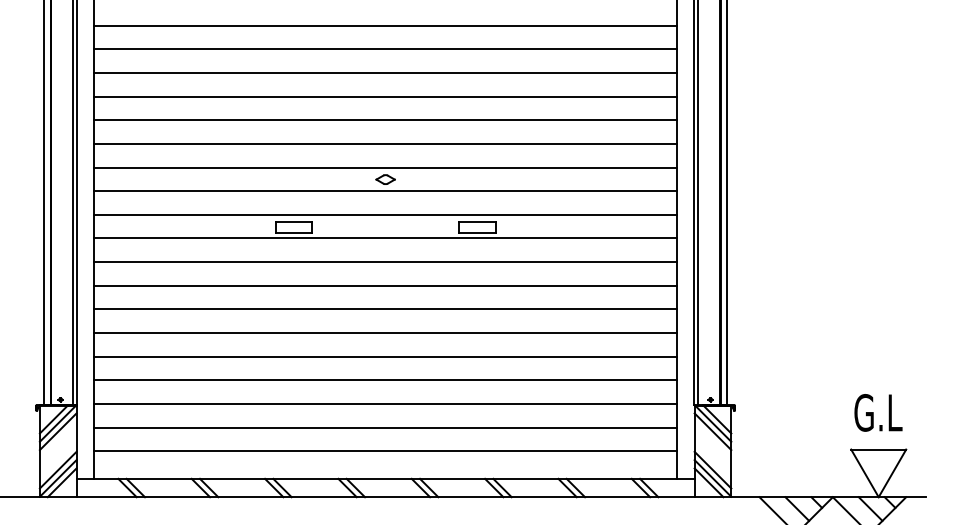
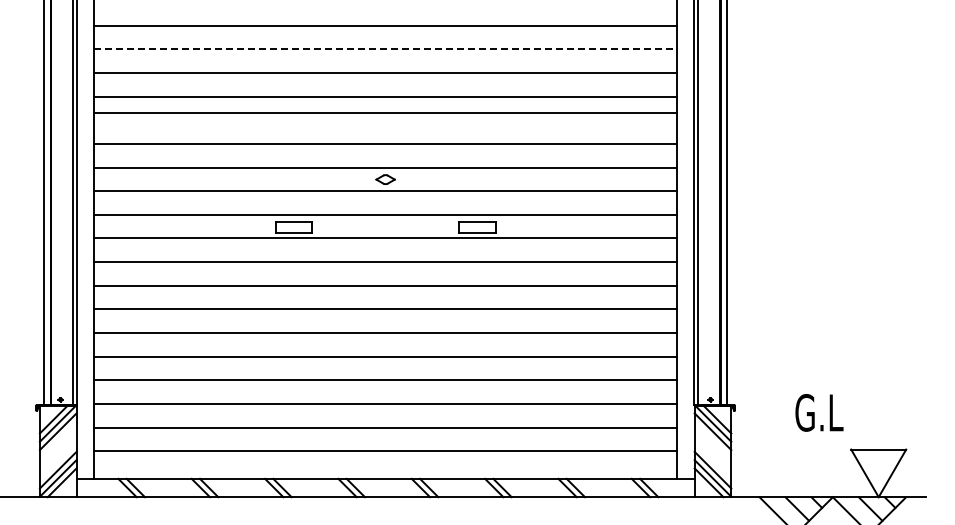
line at (386, 49): solid -> dashed
line at (385, 120) position: (385, 120) -> (385, 113)
text at (878, 412) position: (878, 412) -> (819, 412)
